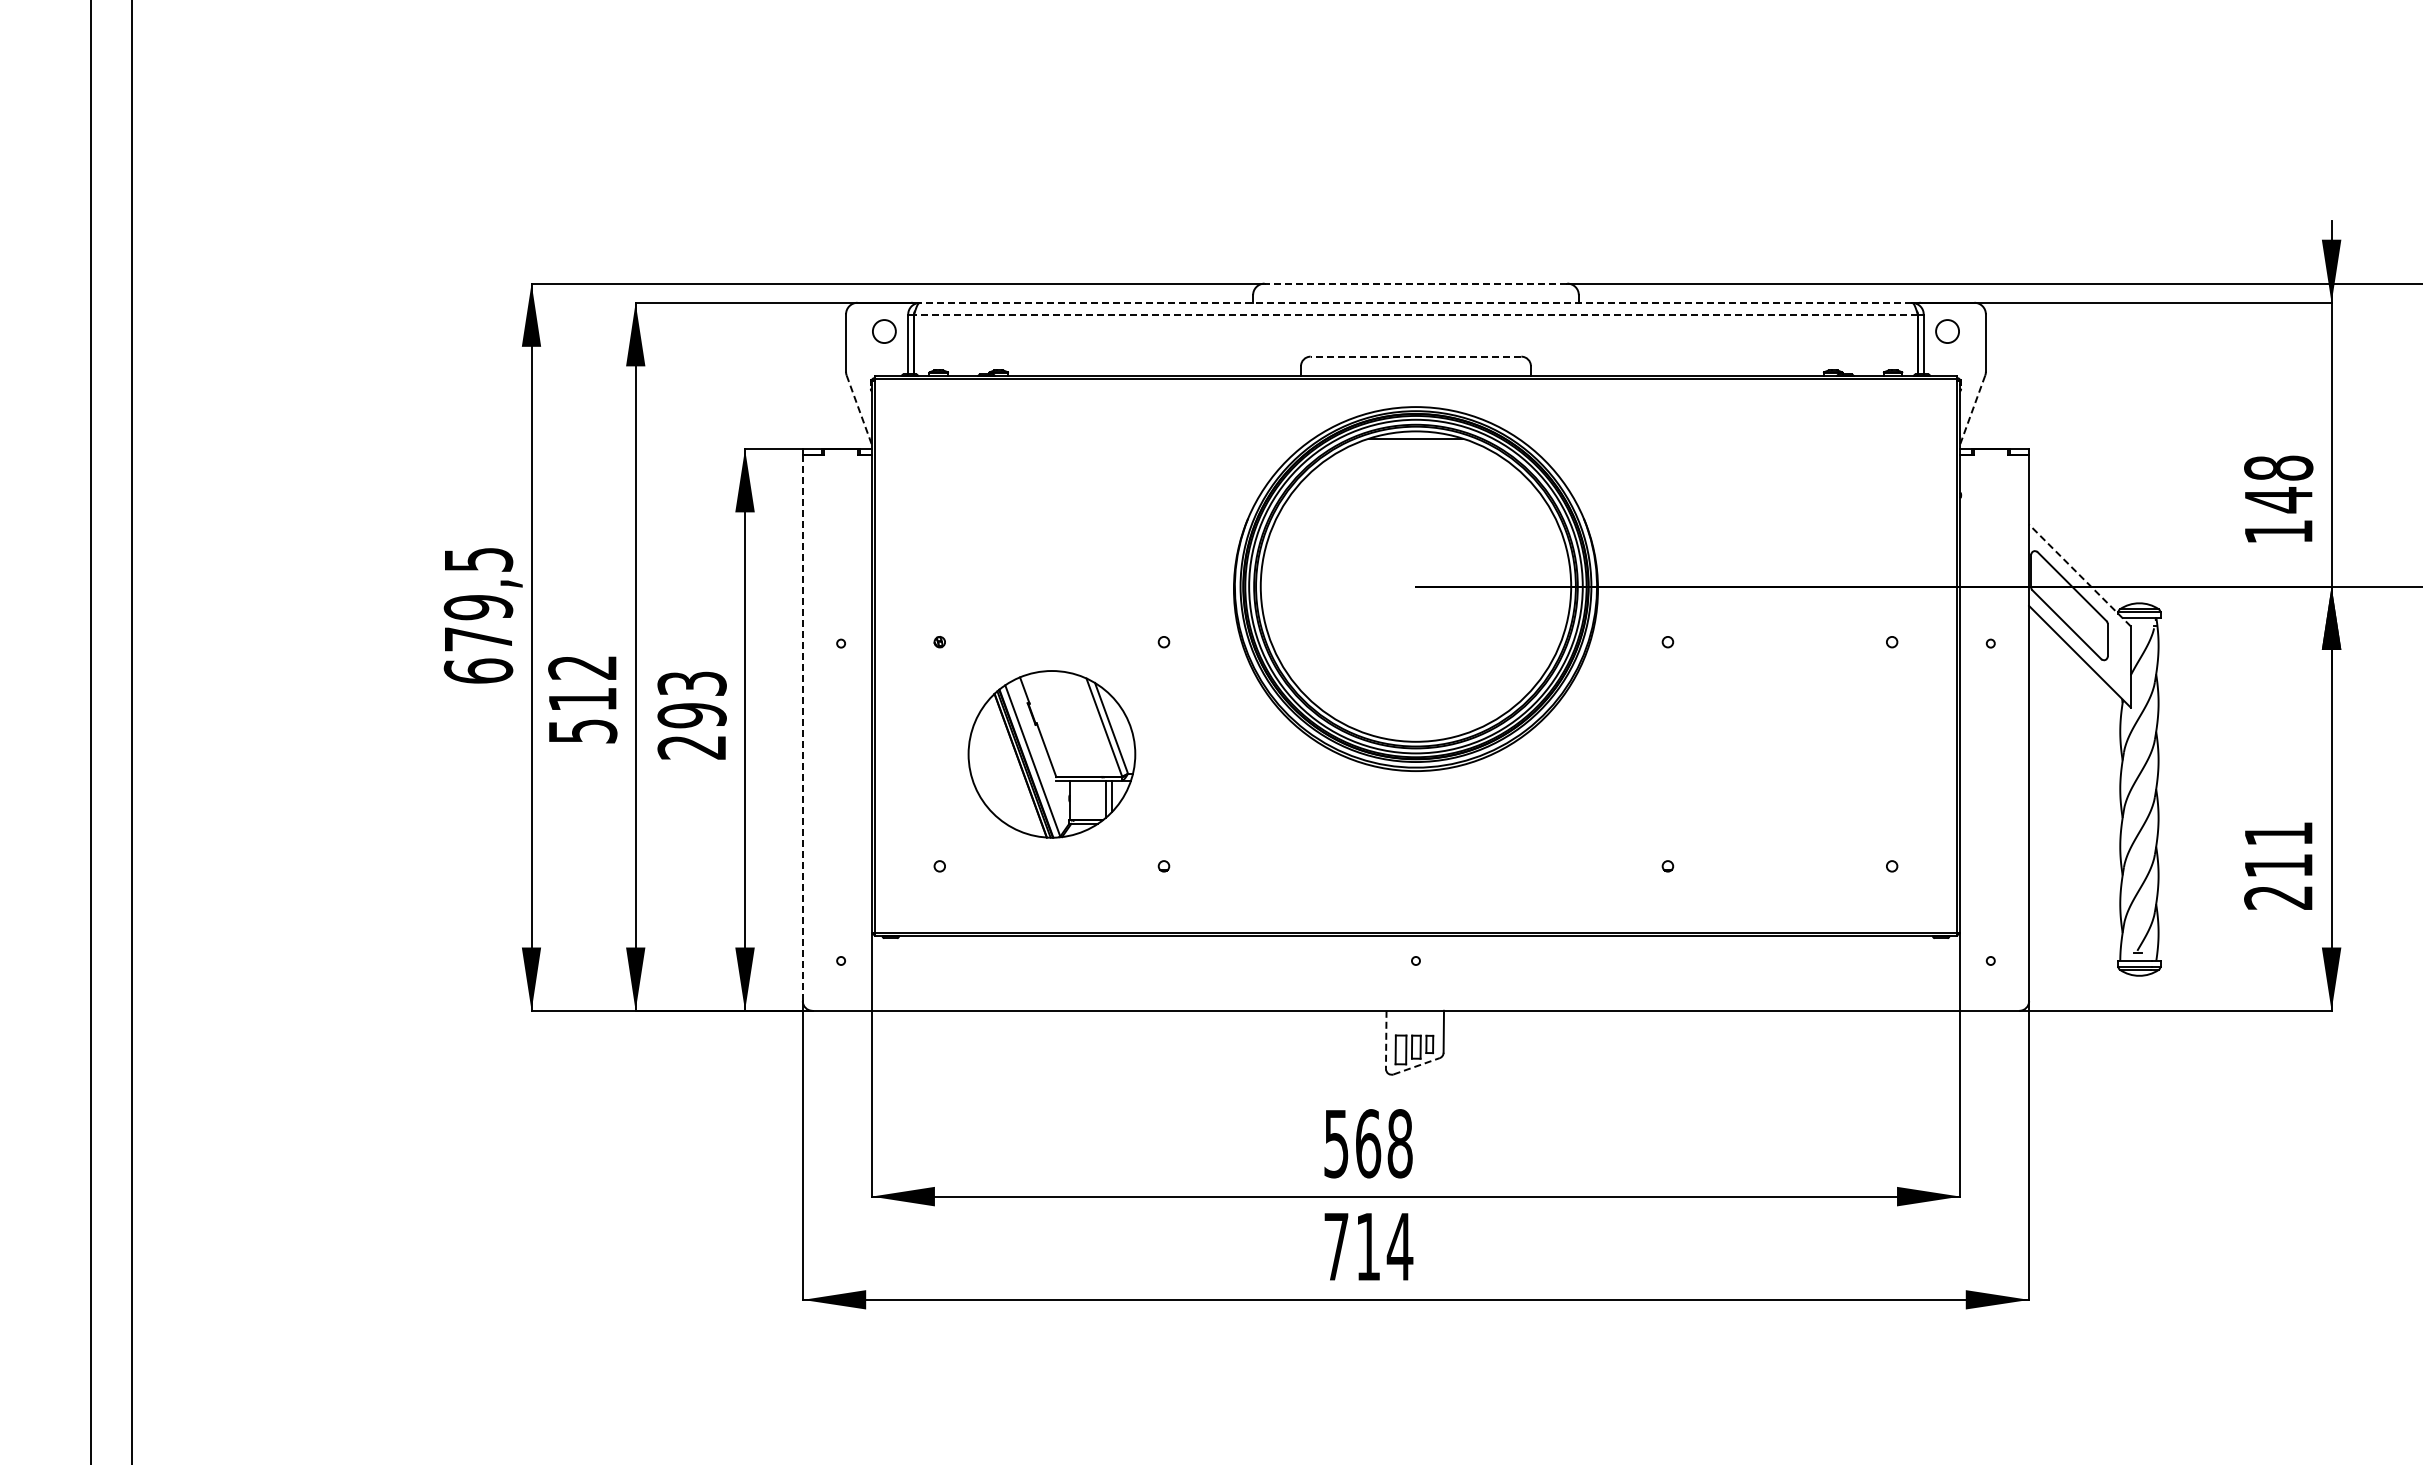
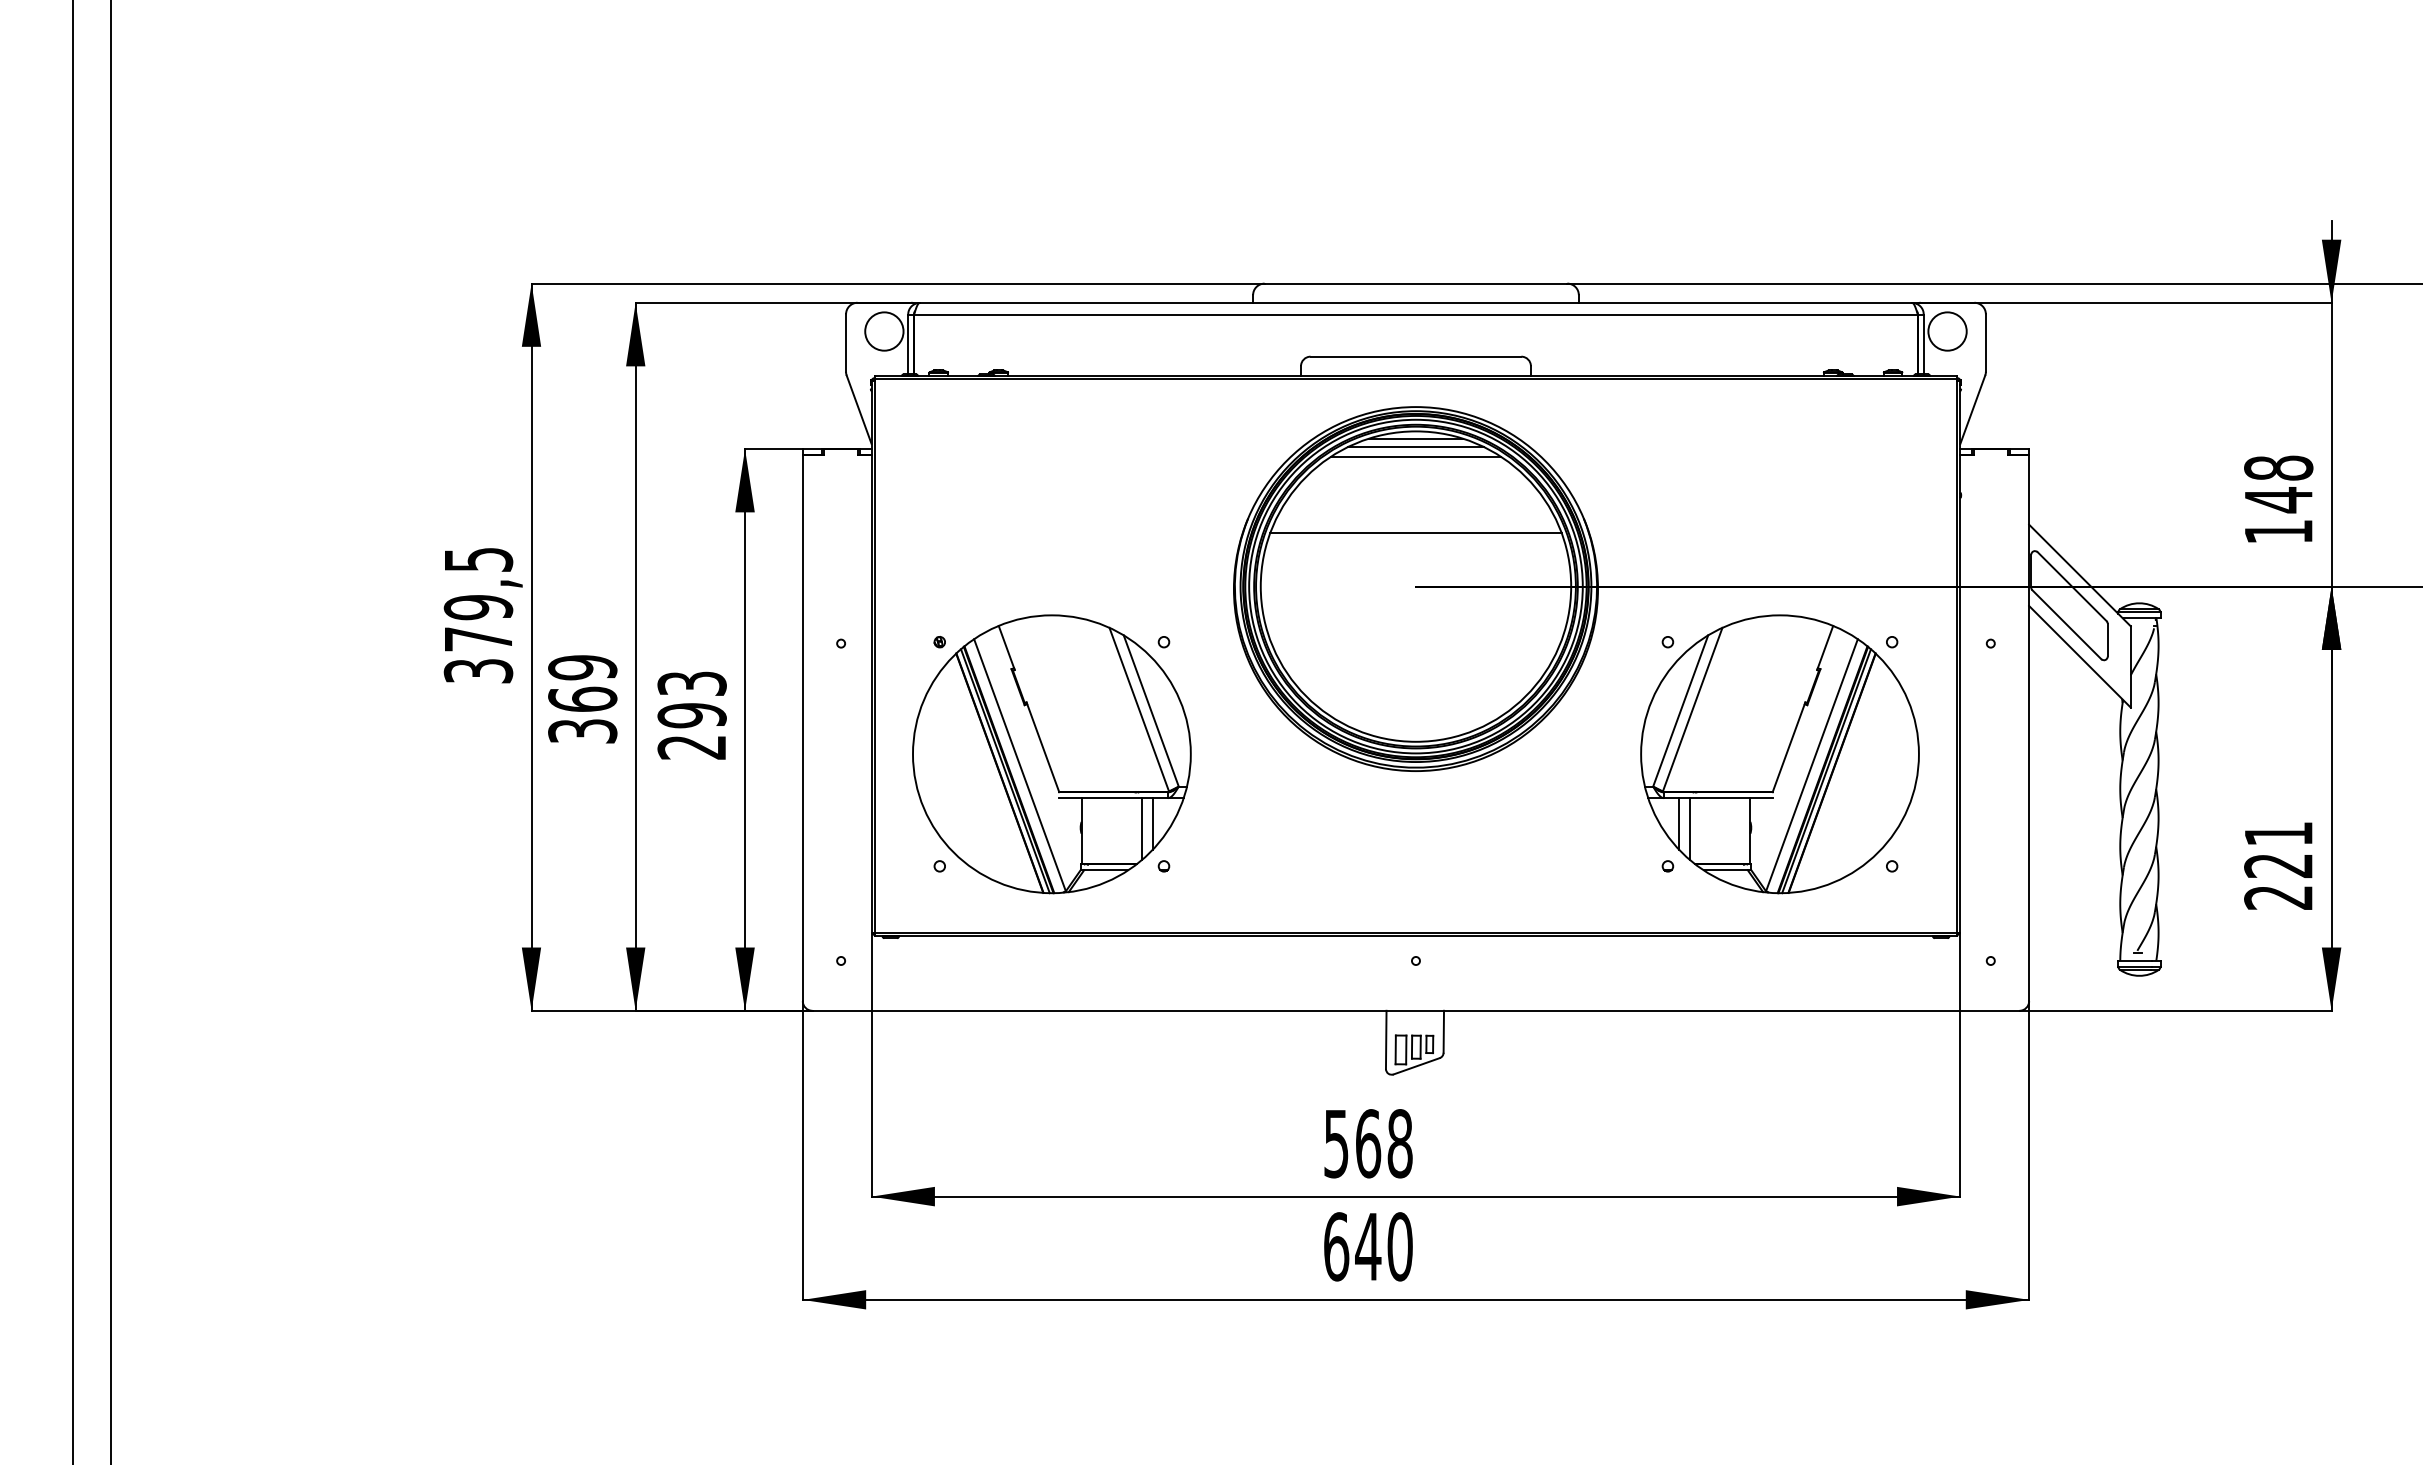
line at (1415, 283): dashed -> solid
line at (1415, 303): dashed -> solid
line at (1415, 314): dashed -> solid
circle at (883, 331) diameter: 23 px -> 38 px
circle at (1947, 331) diameter: 23 px -> 38 px
line at (1415, 356): dashed -> solid
line at (859, 409): dashed -> solid
line at (1972, 410): dashed -> solid
line at (1415, 447): none -> present
line at (1415, 456): none -> present
line at (1415, 532): none -> present
line at (2079, 575): dashed -> solid
text at (478, 670): 679,5 -> 379,5
text at (582, 699): 512 -> 369
line at (802, 728): dashed -> solid
line at (90, 731) position: (90, 731) -> (72, 731)
line at (132, 731) position: (132, 731) -> (111, 731)
part at (1051, 754) size: 170x169 px -> 280x281 px
part at (1779, 754): none -> present
text at (2278, 866): 211 -> 221
line at (1386, 1040): dashed -> solid
line at (1417, 1066): dashed -> solid
text at (1368, 1246): 714 -> 640
